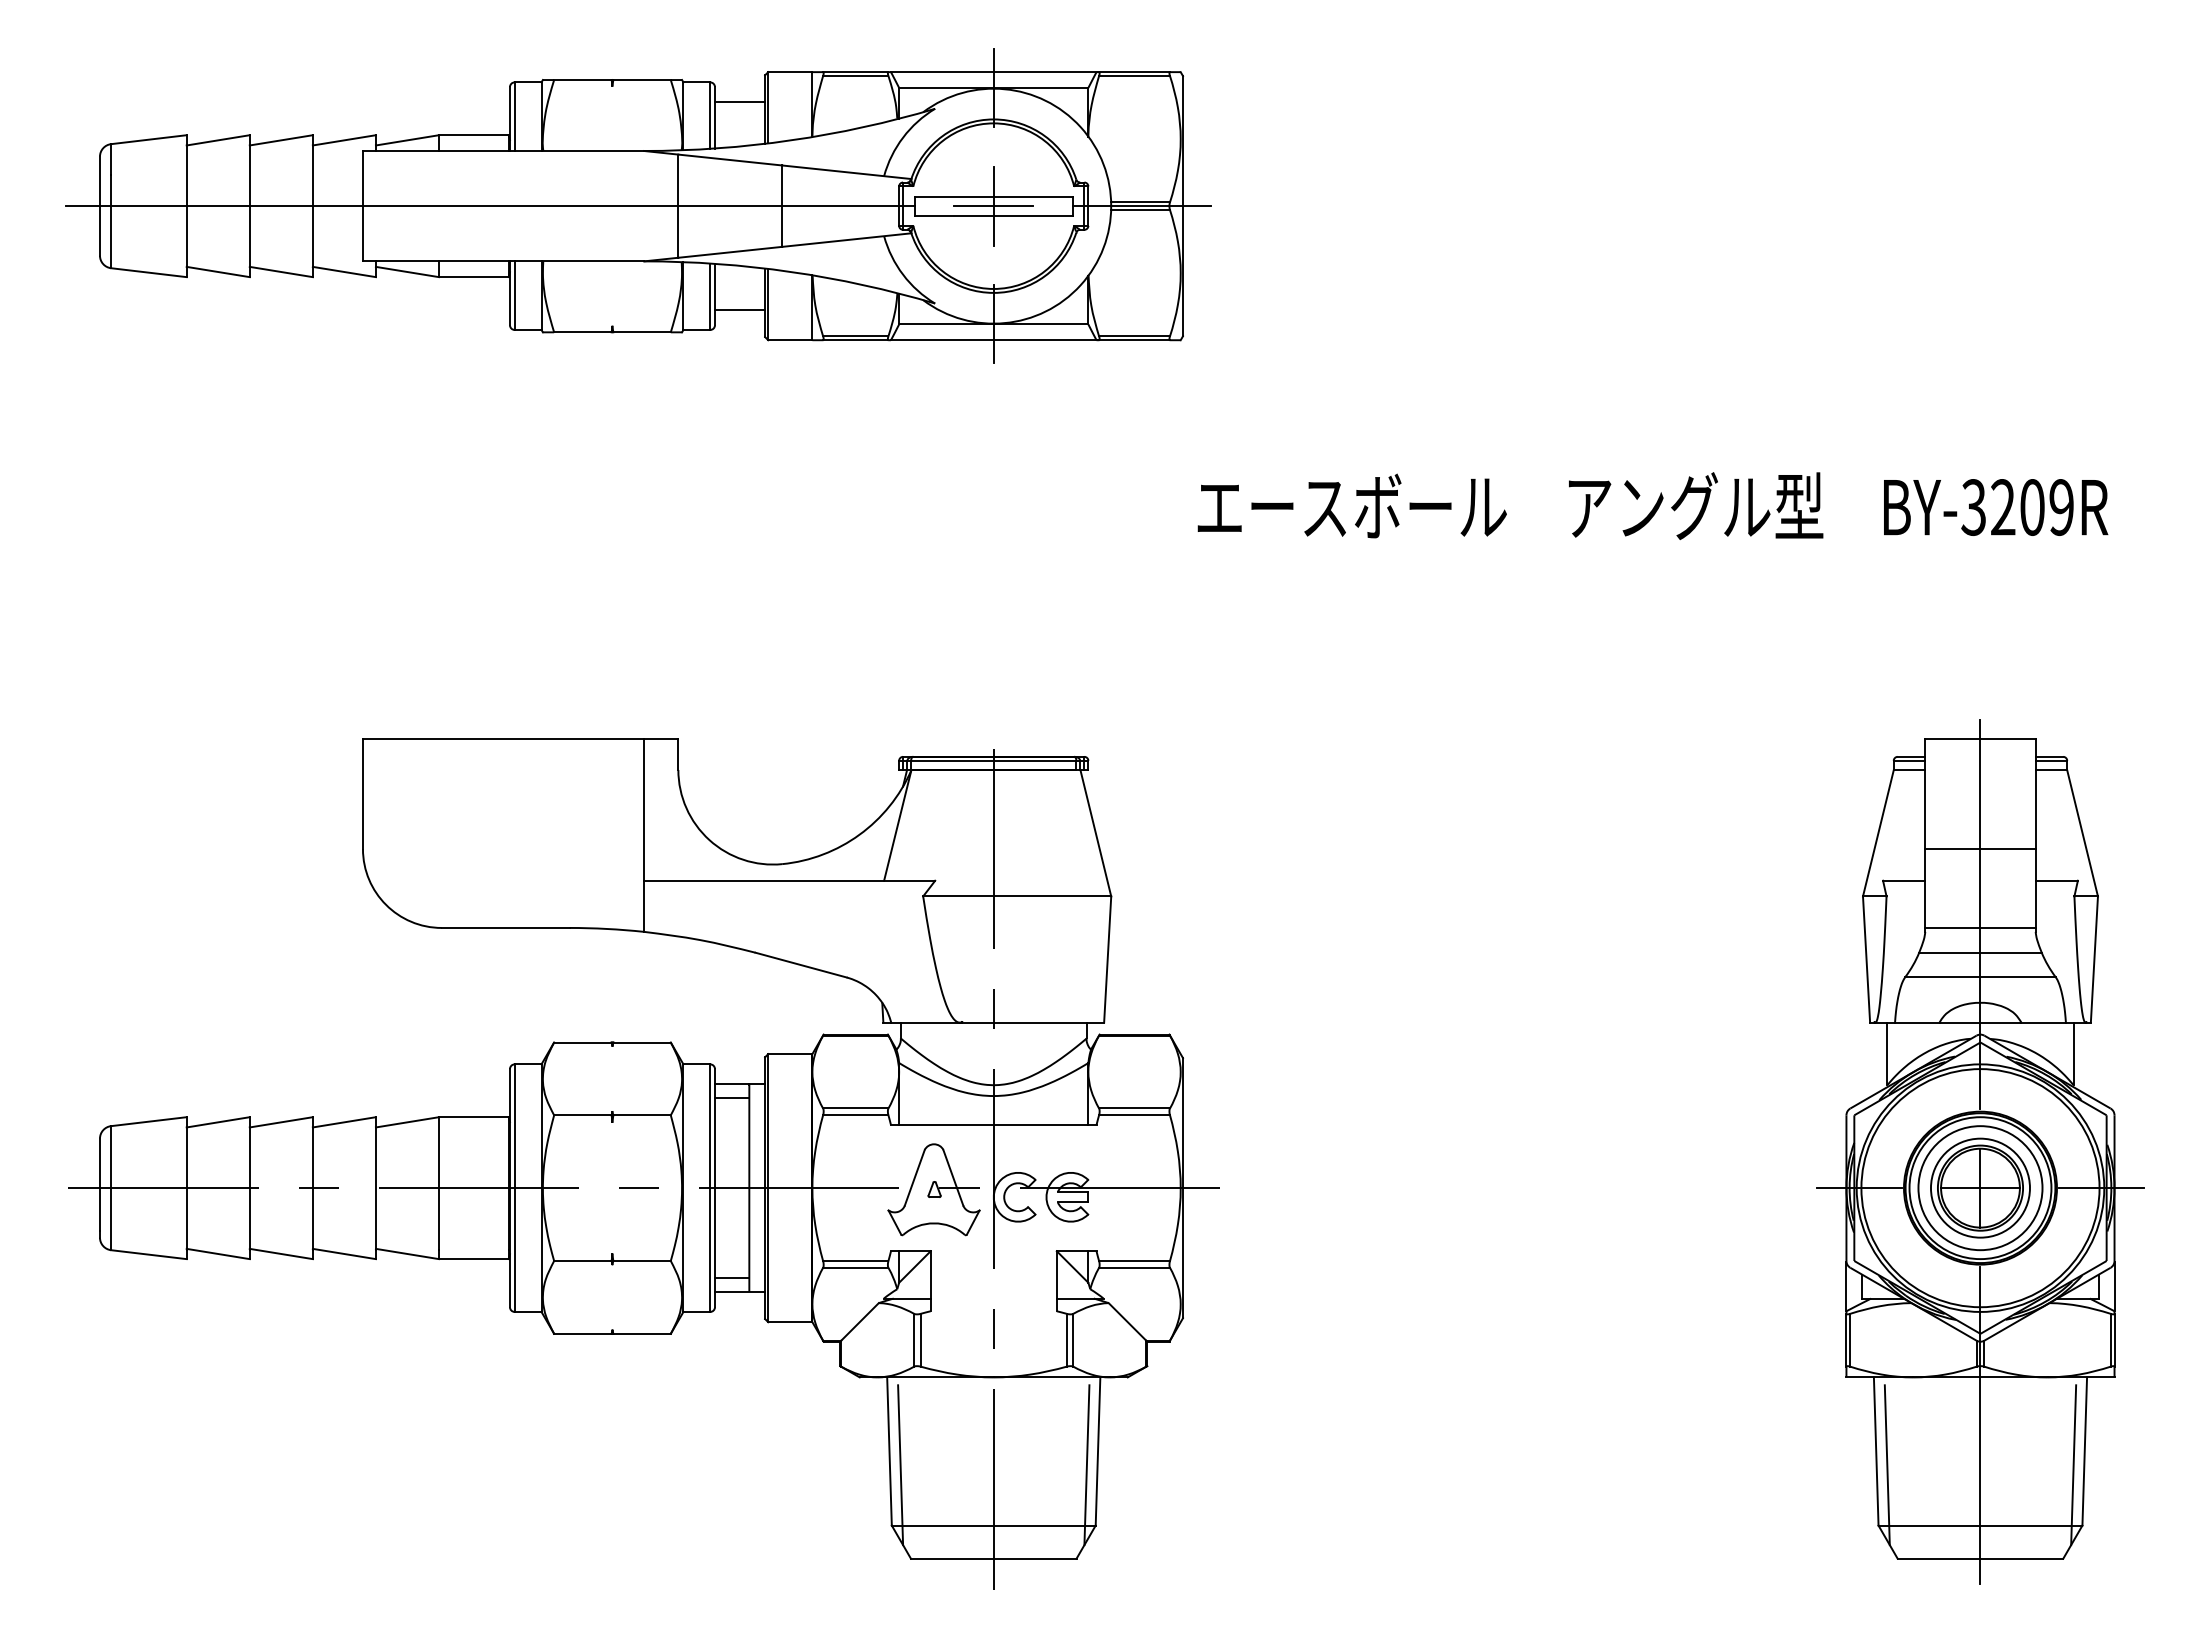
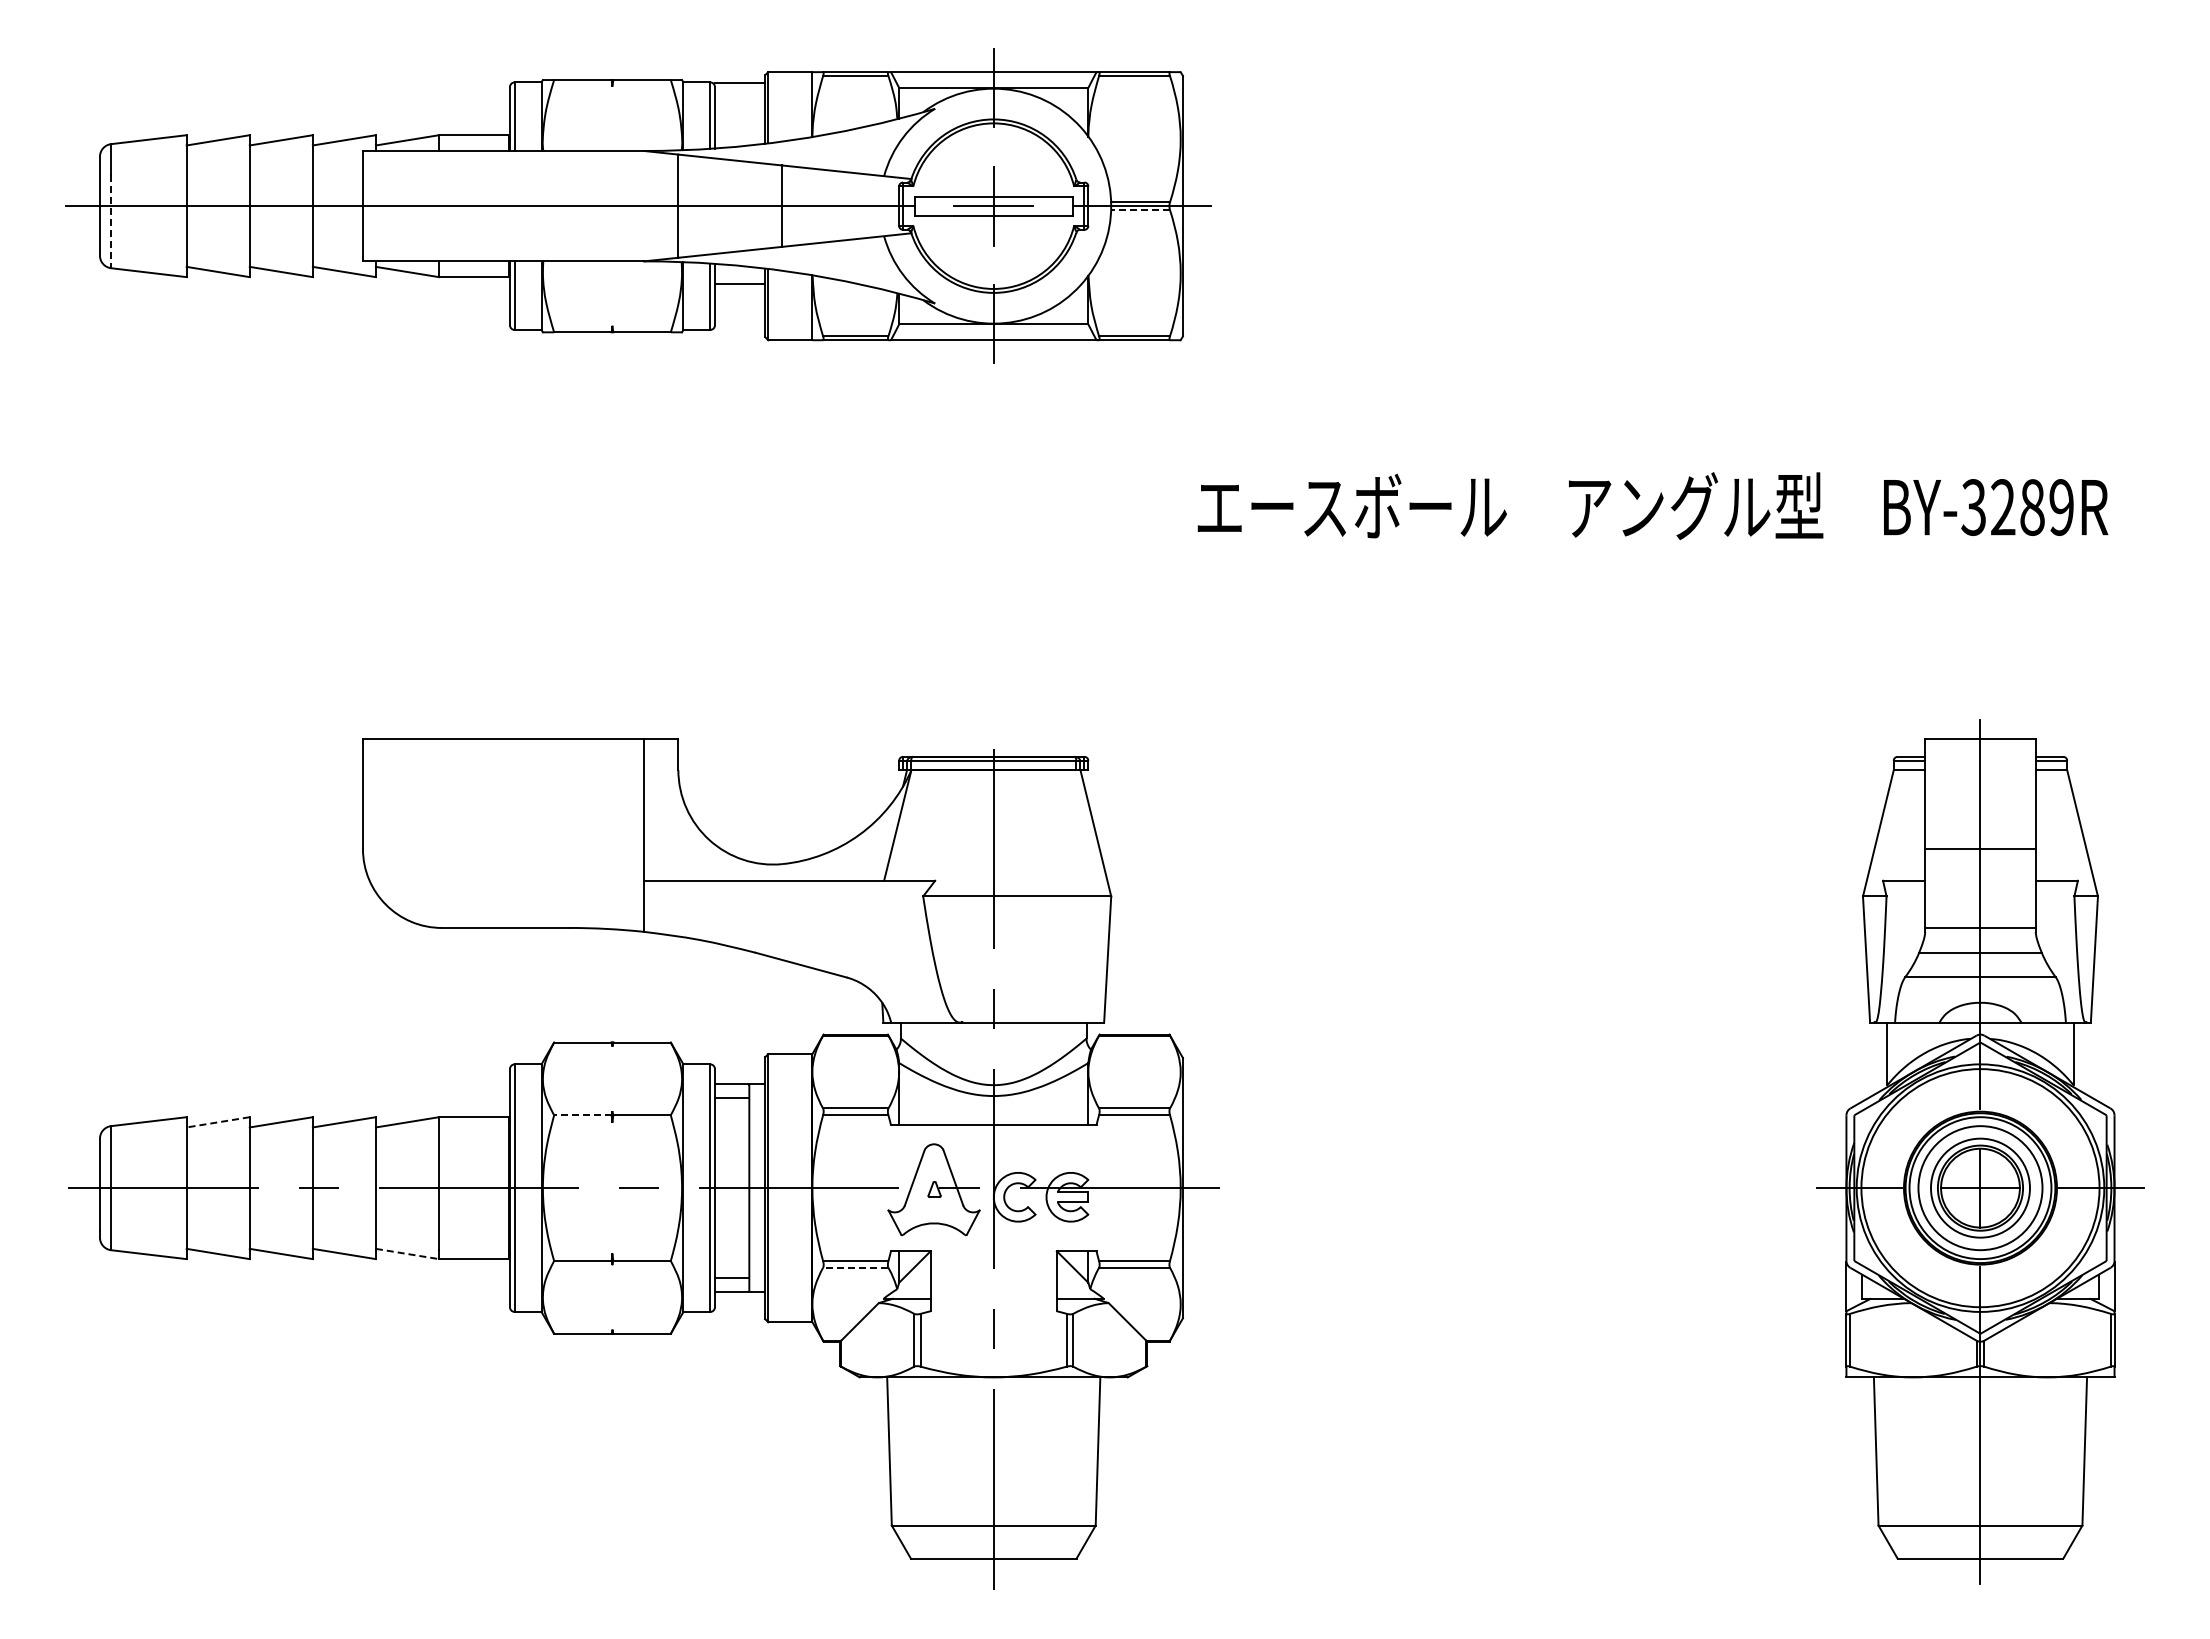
line at (739, 102) position: (739, 102) -> (739, 83)
line at (1140, 210): solid -> dashed
line at (111, 222): solid -> dashed
line at (739, 309) position: (739, 309) -> (739, 283)
text at (2032, 507): BY-3209R -> BY-3289R
line at (582, 1115): solid -> dashed
line at (218, 1122): solid -> dashed
line at (407, 1254): solid -> dashed
line at (855, 1267): solid -> dashed
line at (900, 1465): present -> none
line at (1086, 1465): present -> none
line at (1886, 1465): present -> none
line at (2073, 1465): present -> none
